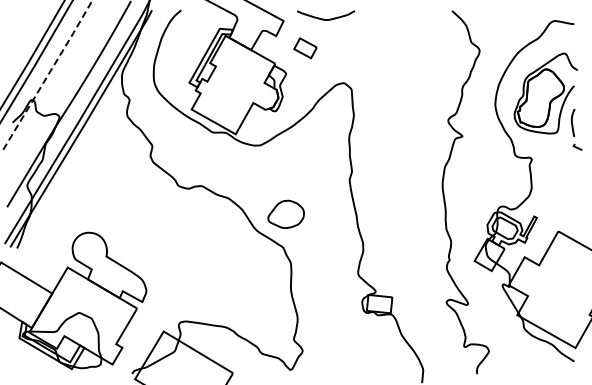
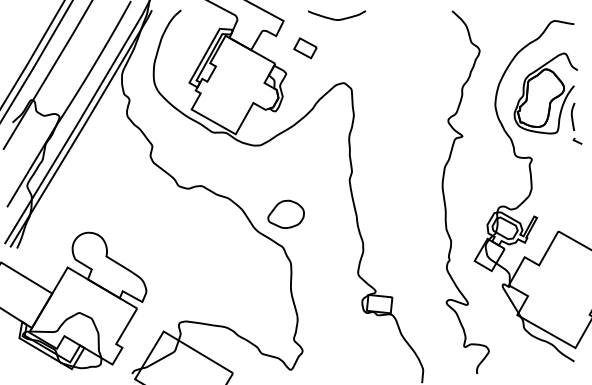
curve at (324, 18) position: (324, 18) -> (335, 18)
line at (48, 74): dashed -> solid
part at (576, 129) position: (576, 129) -> (576, 123)
